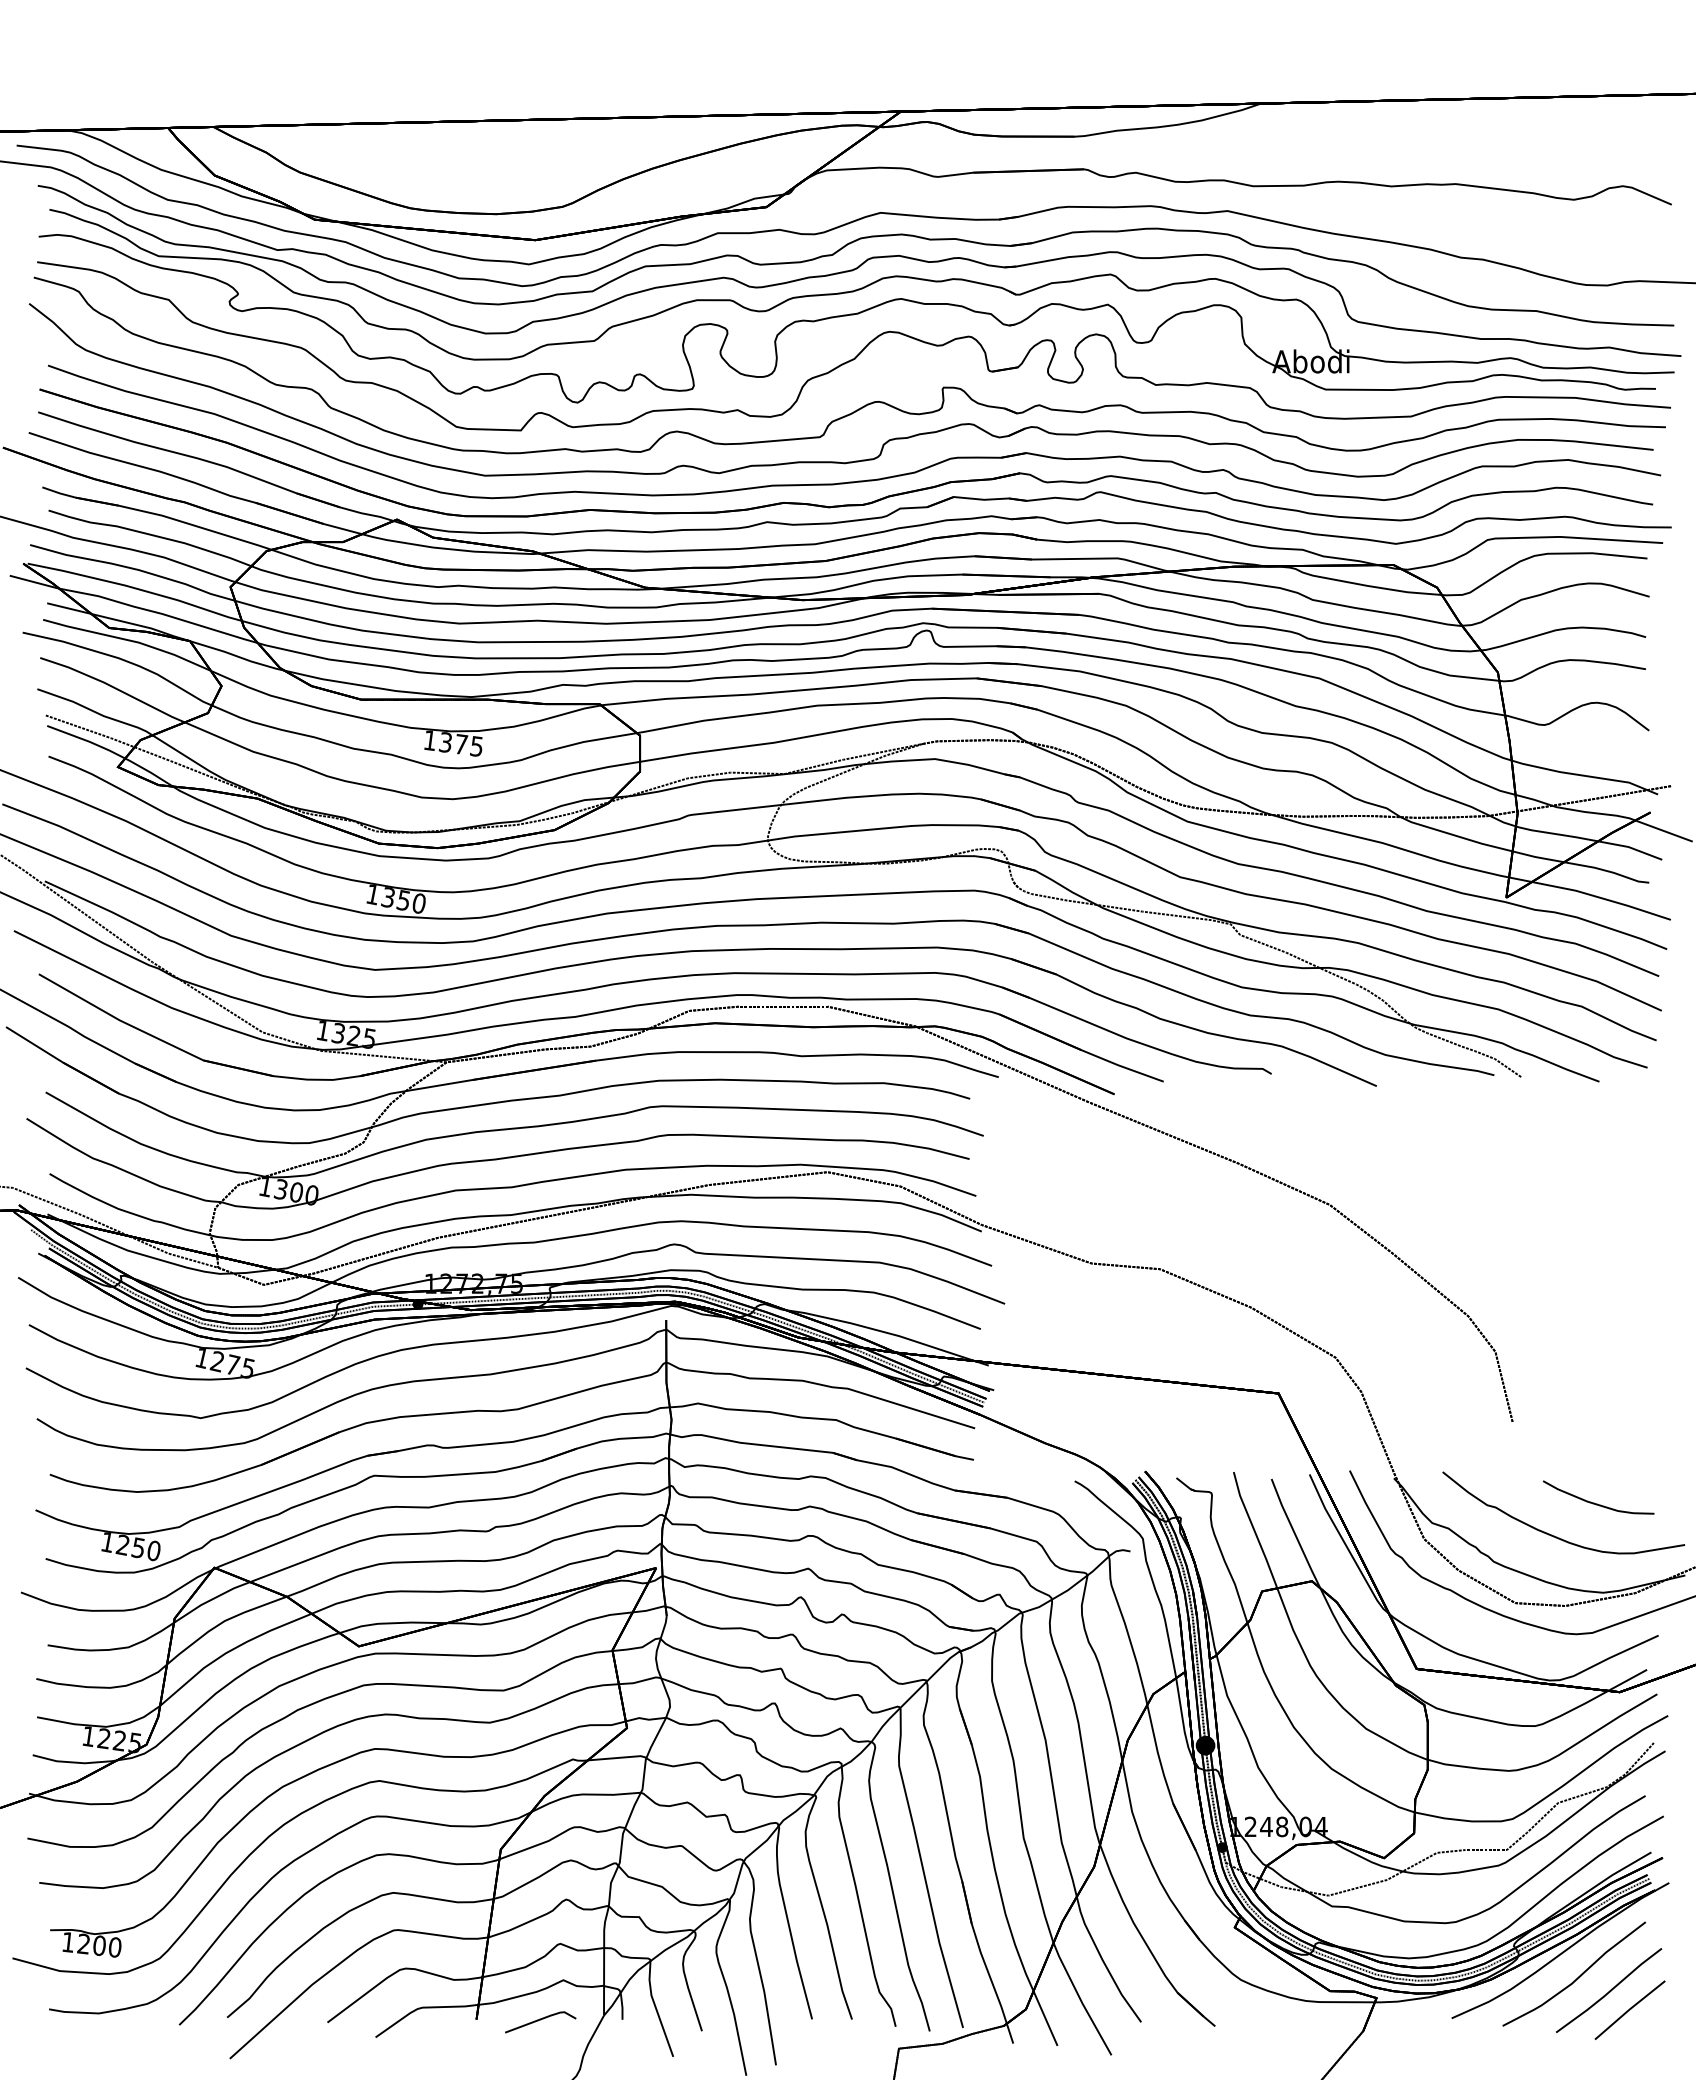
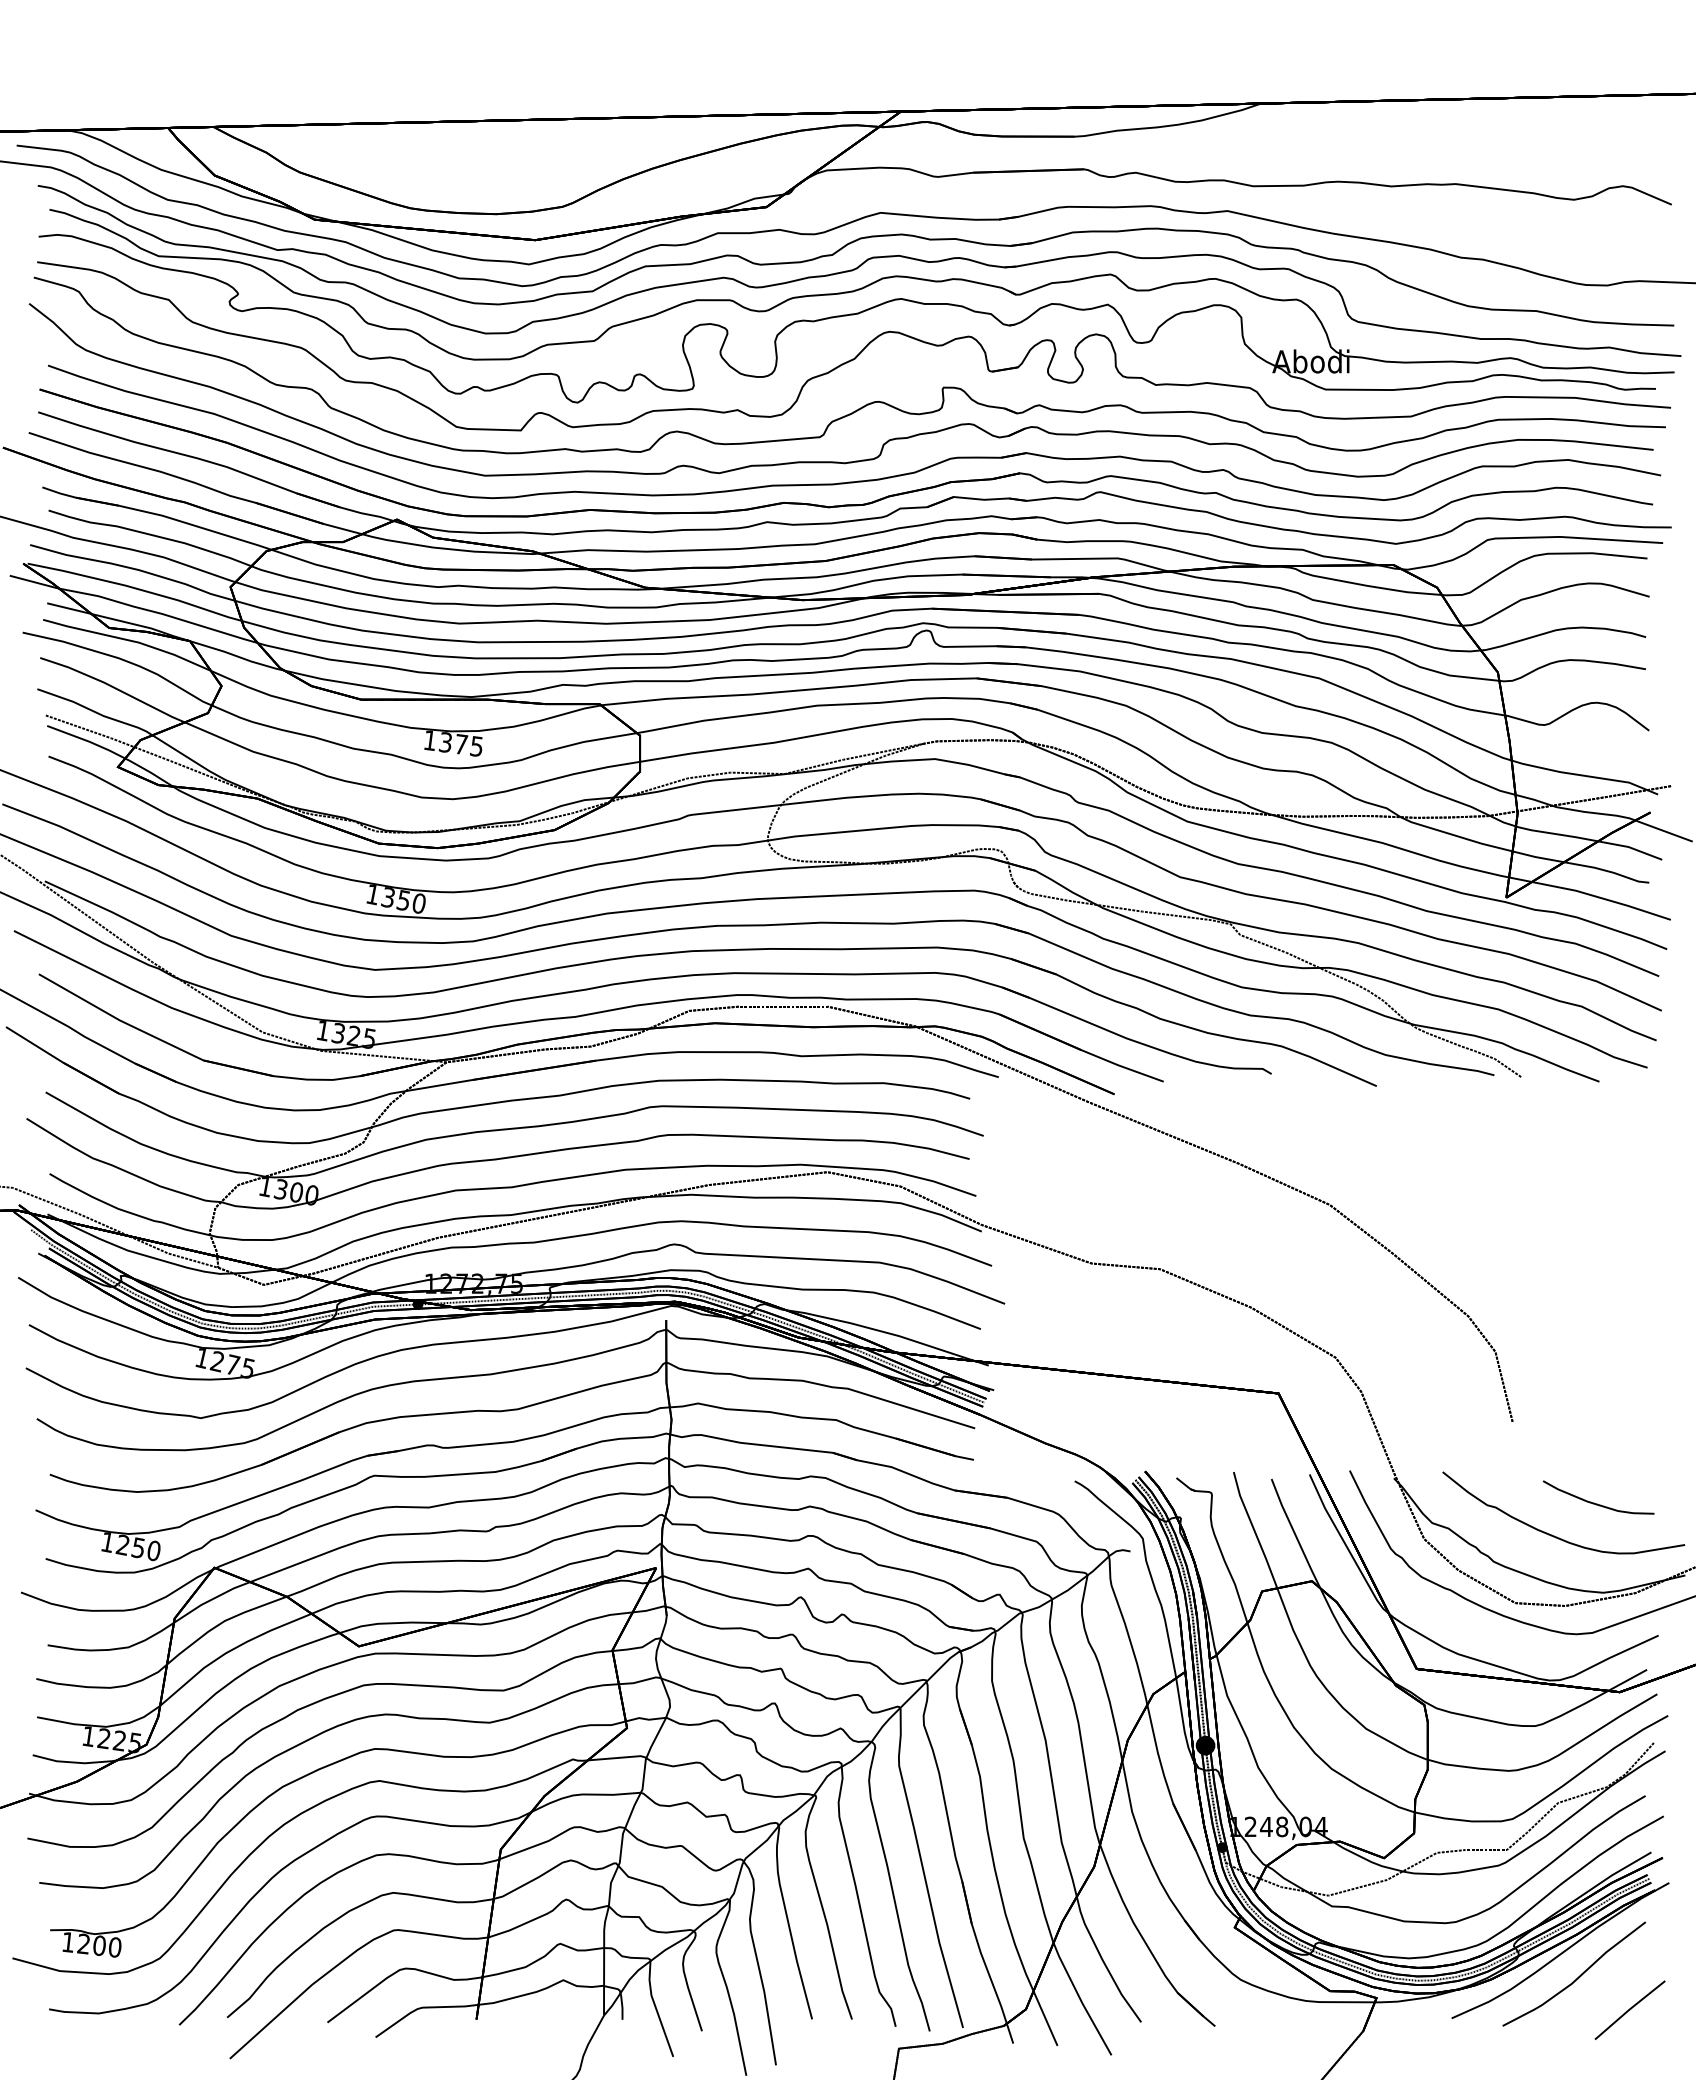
line at (1609, 1990): present -> none
line at (540, 2020): present -> none
